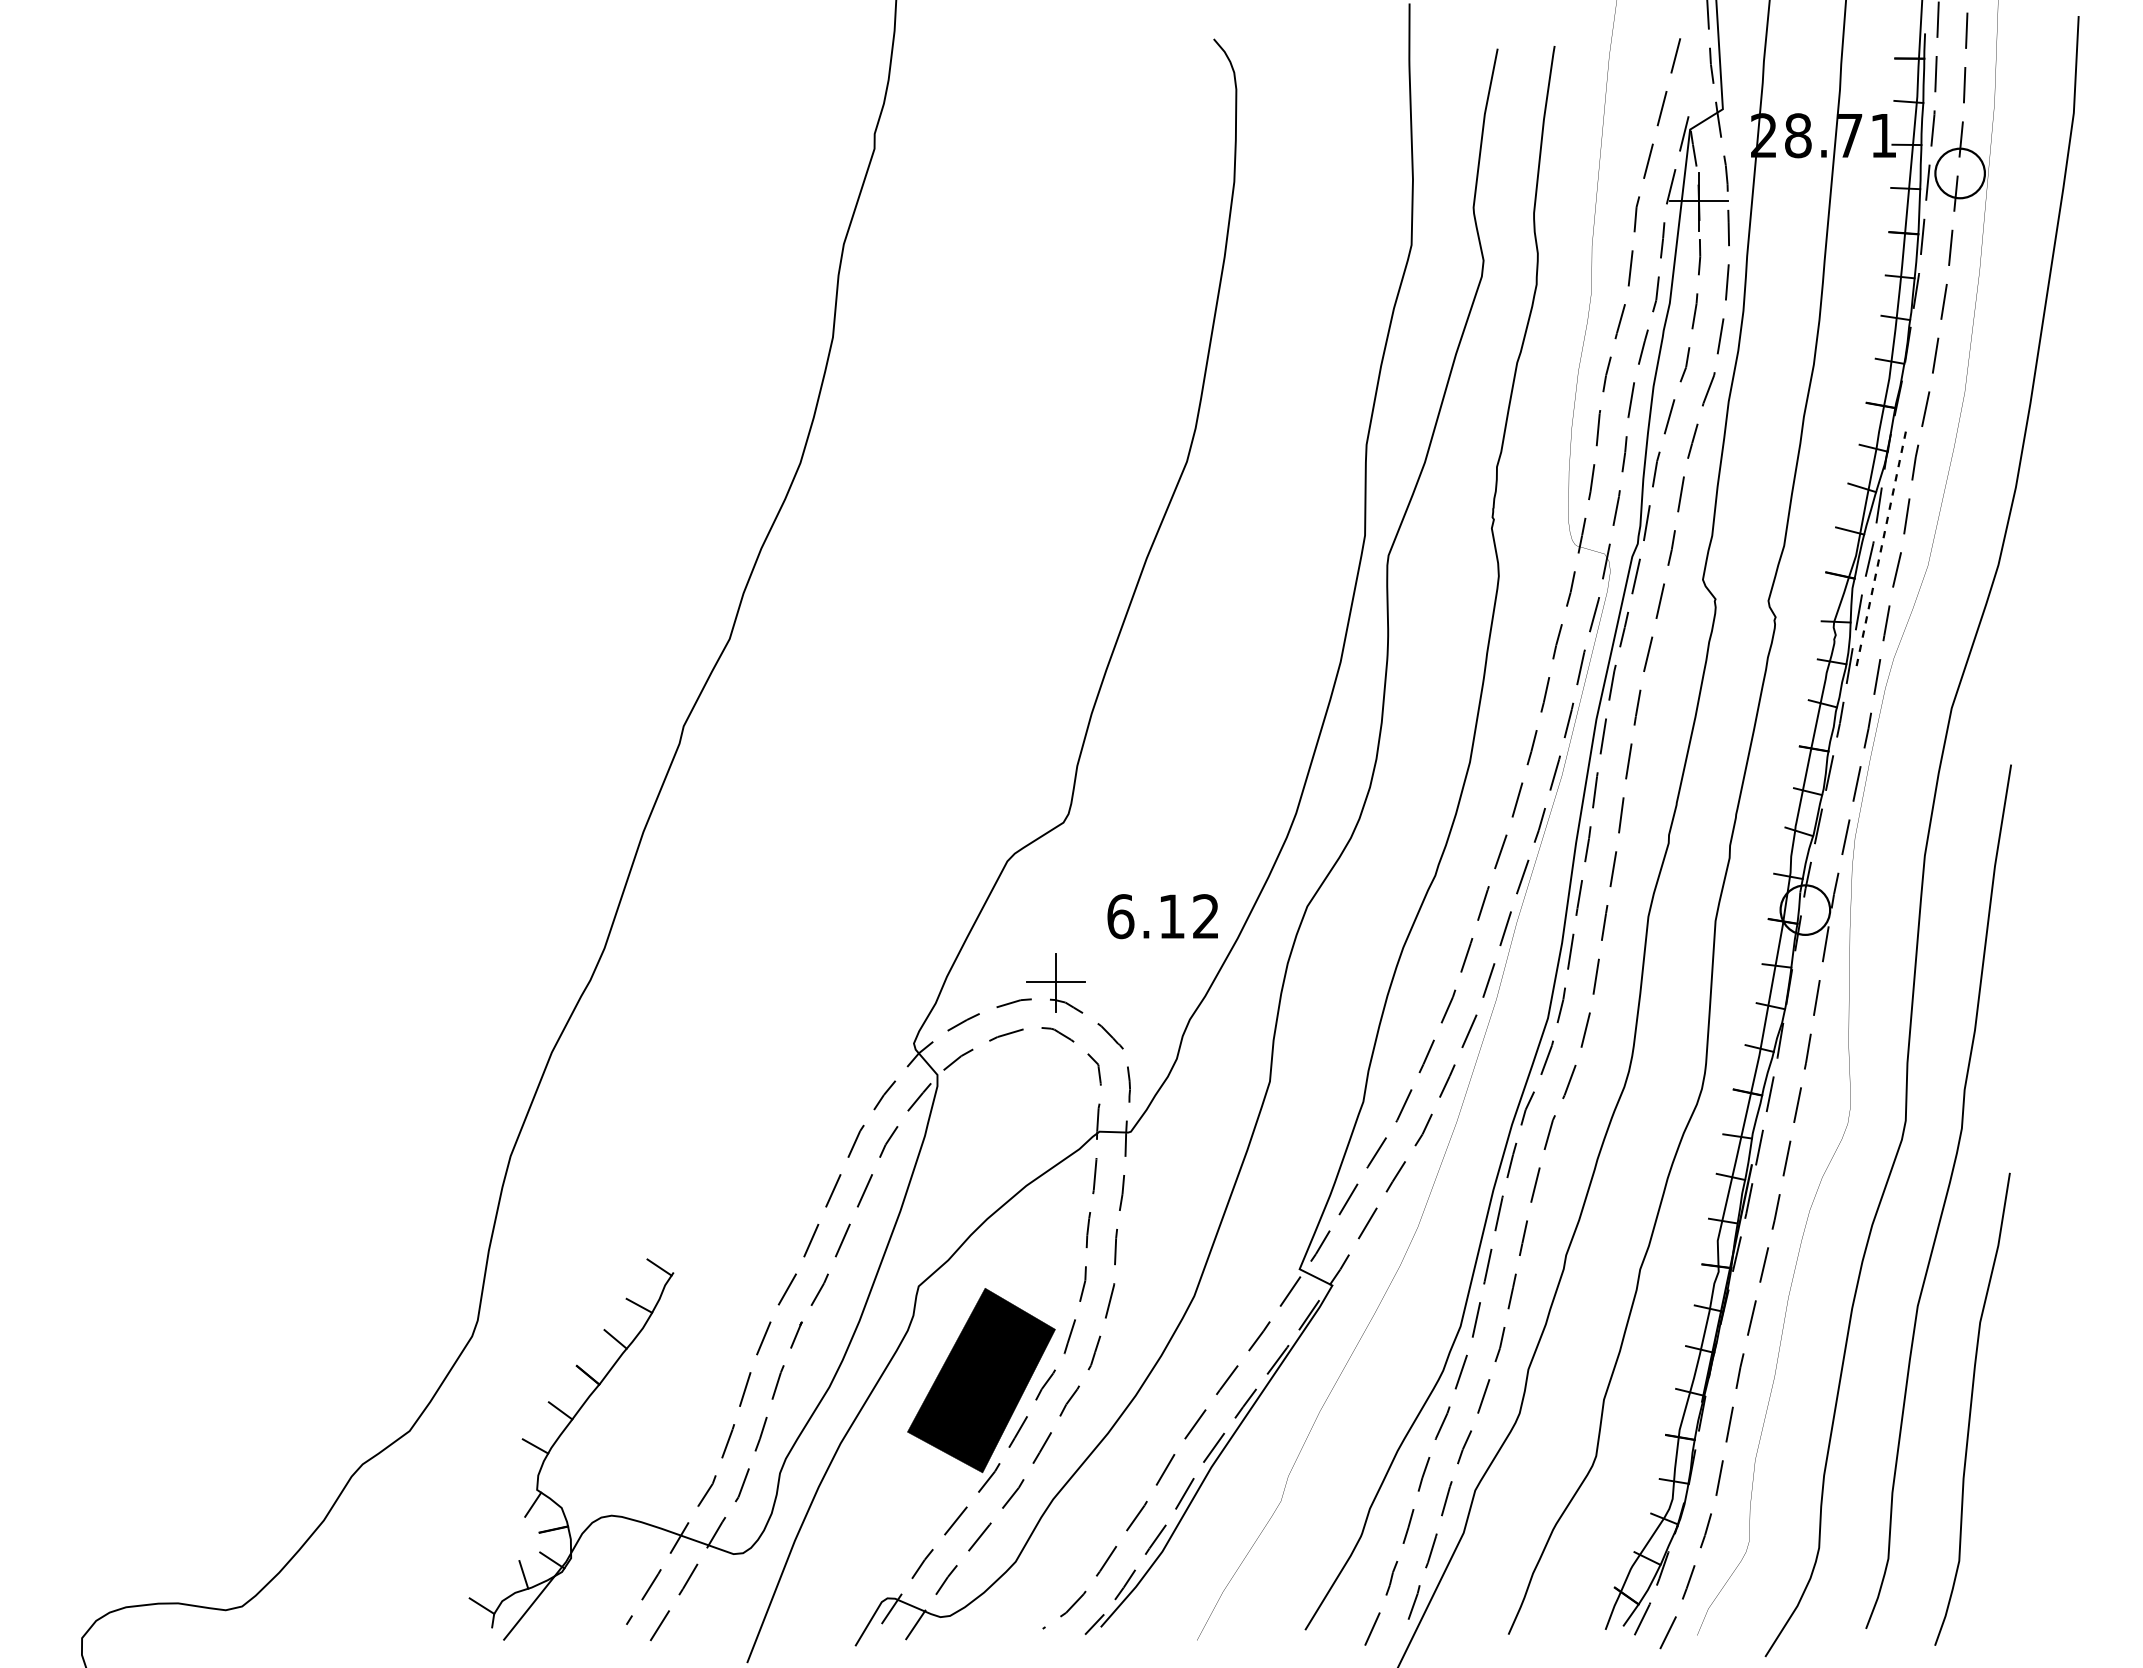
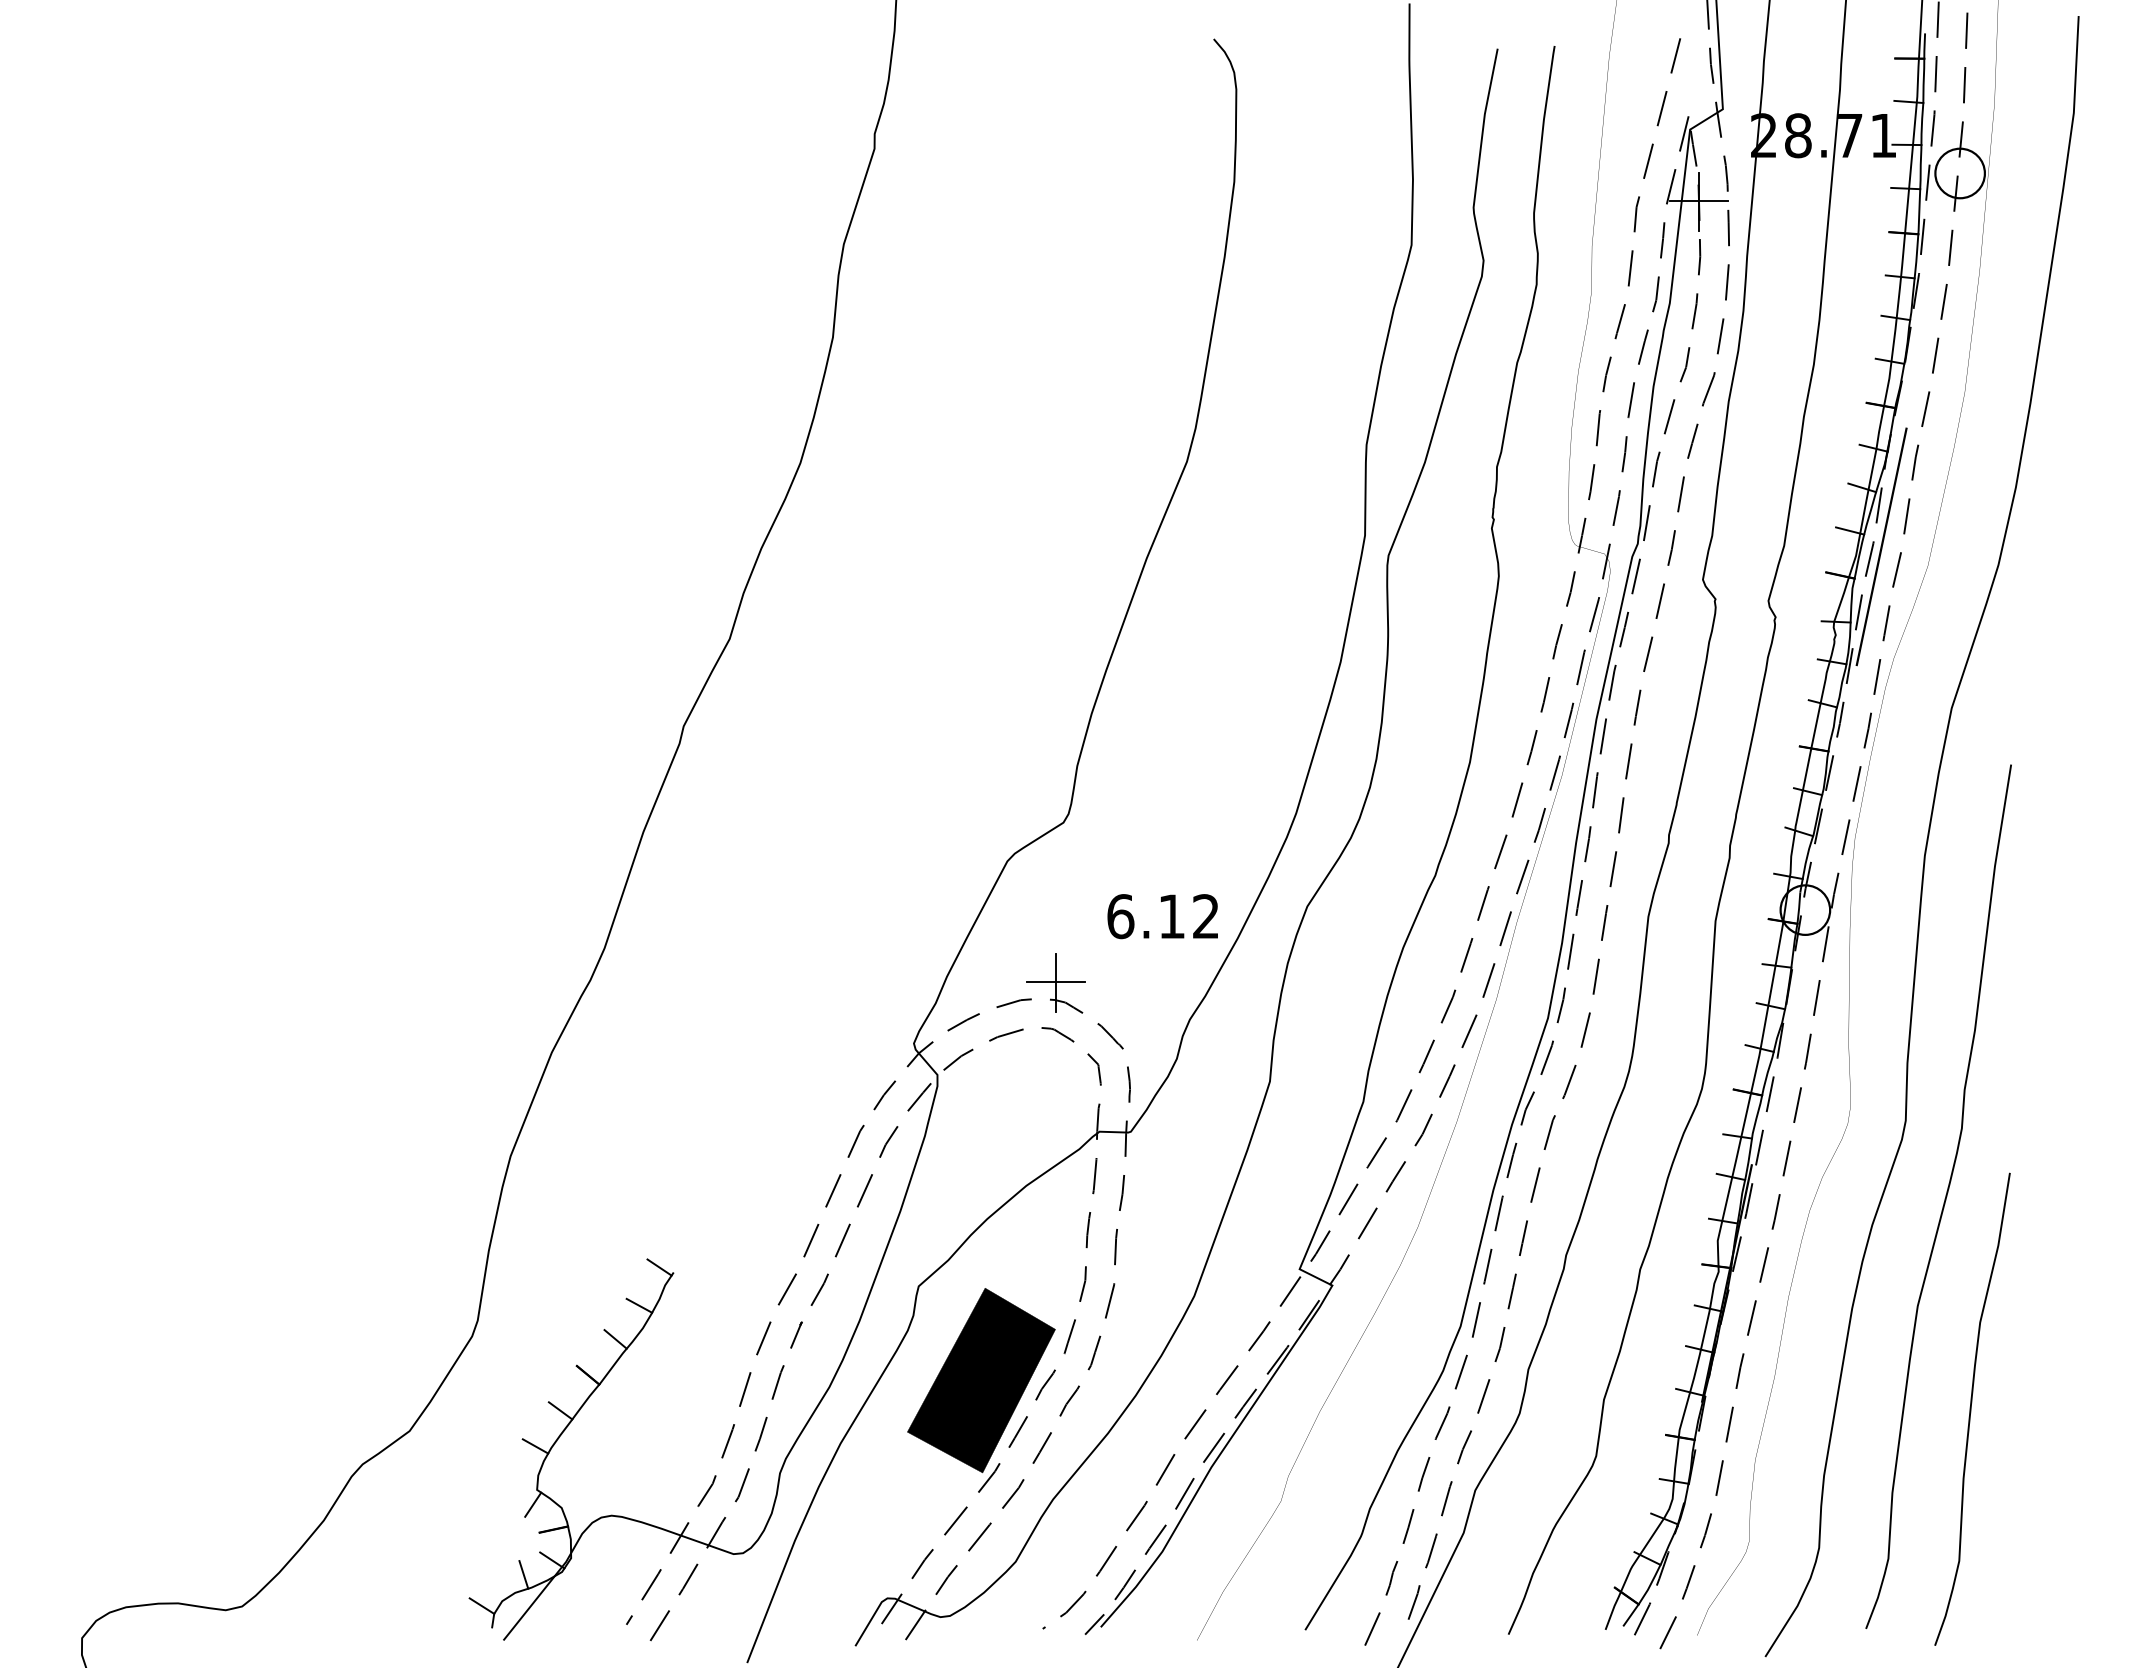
line at (1881, 546): dashed -> solid
